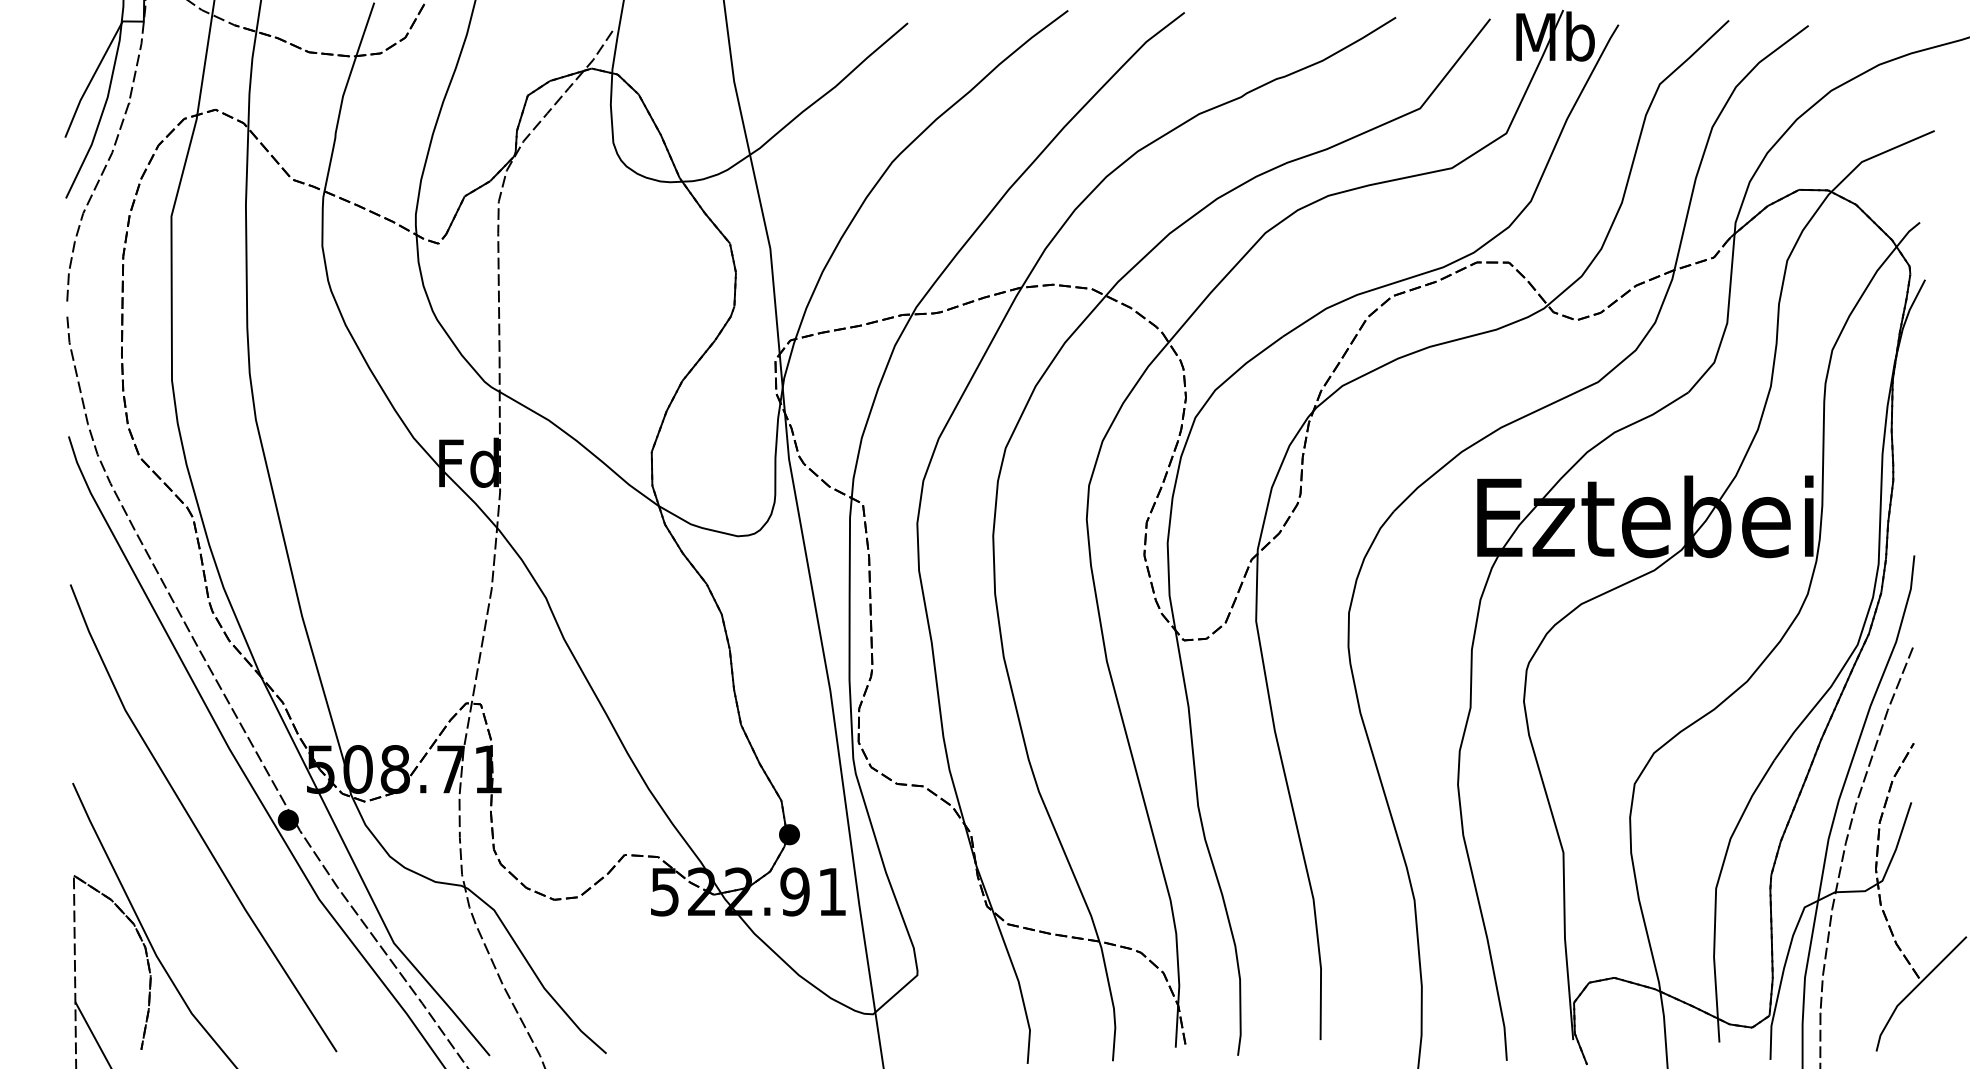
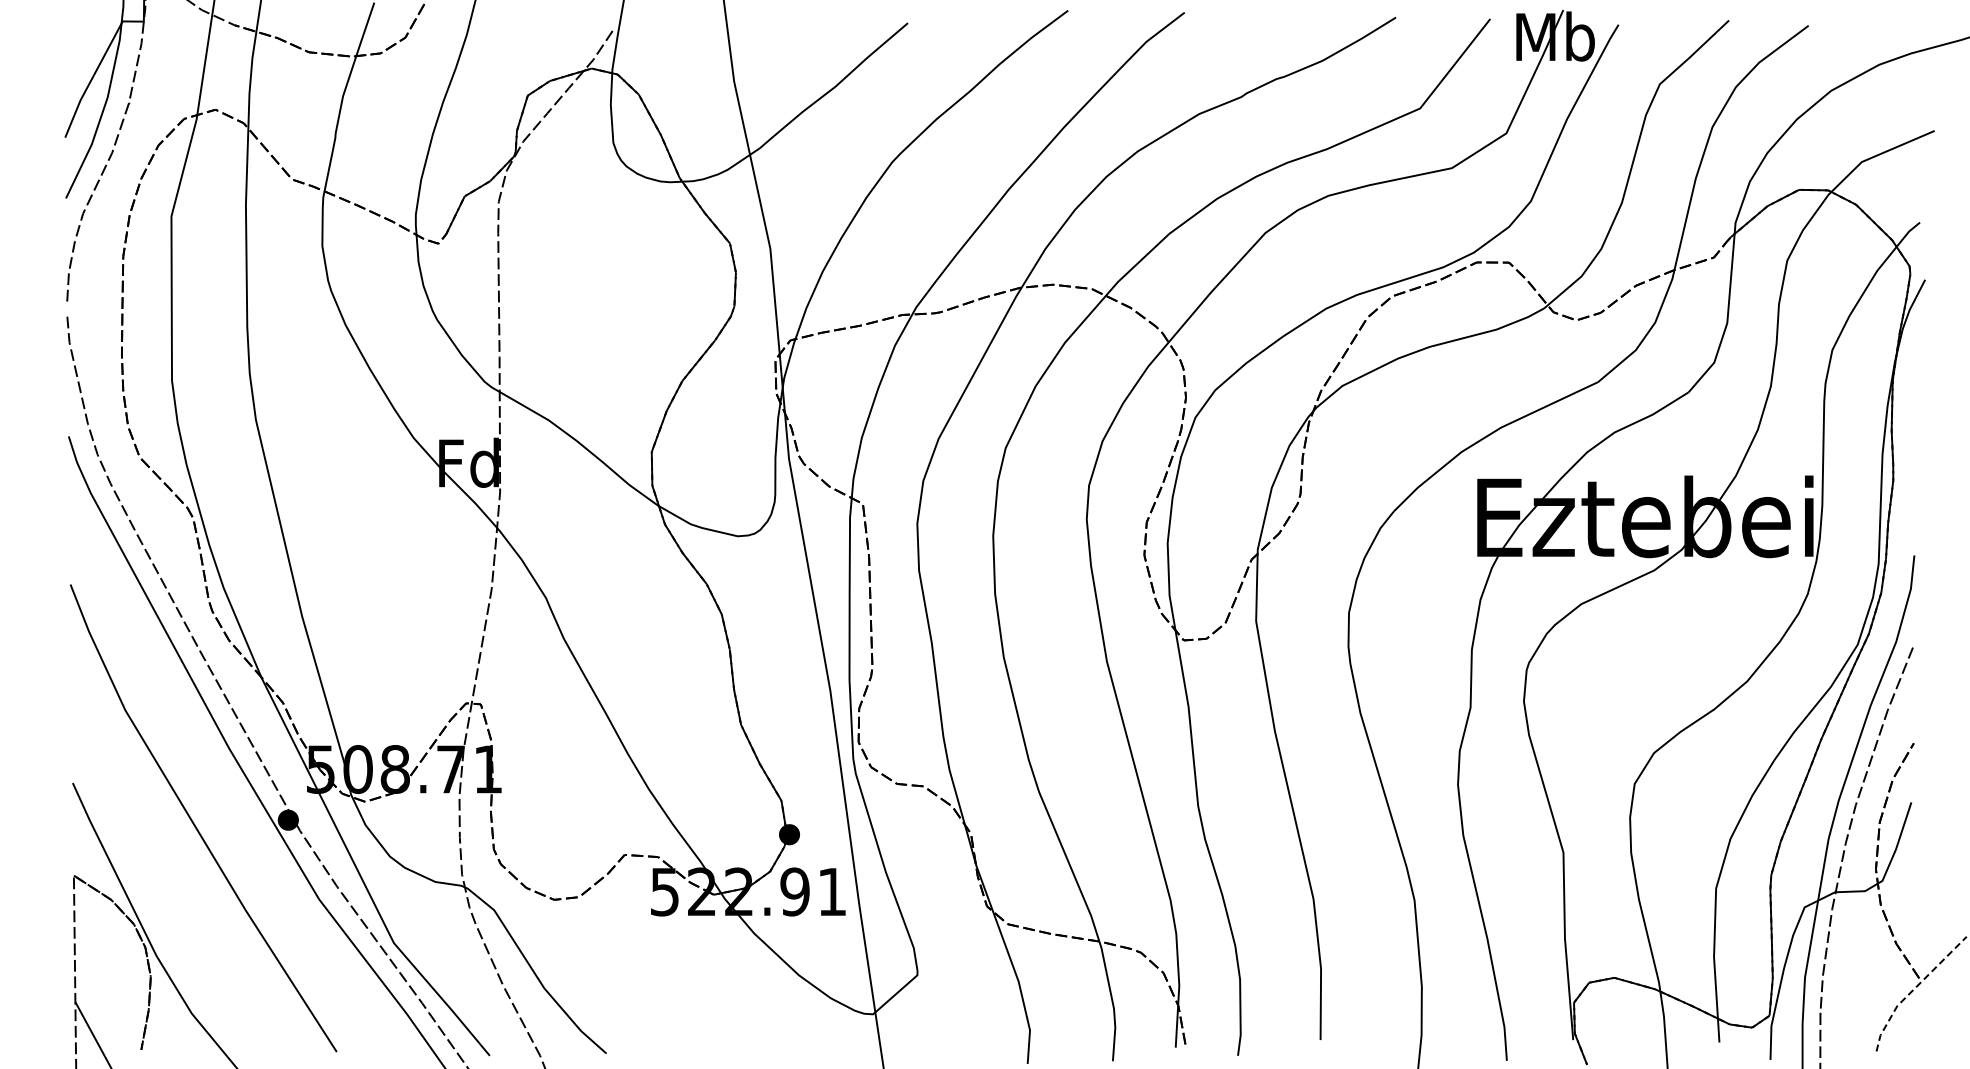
line at (1913, 989): solid -> dashed
